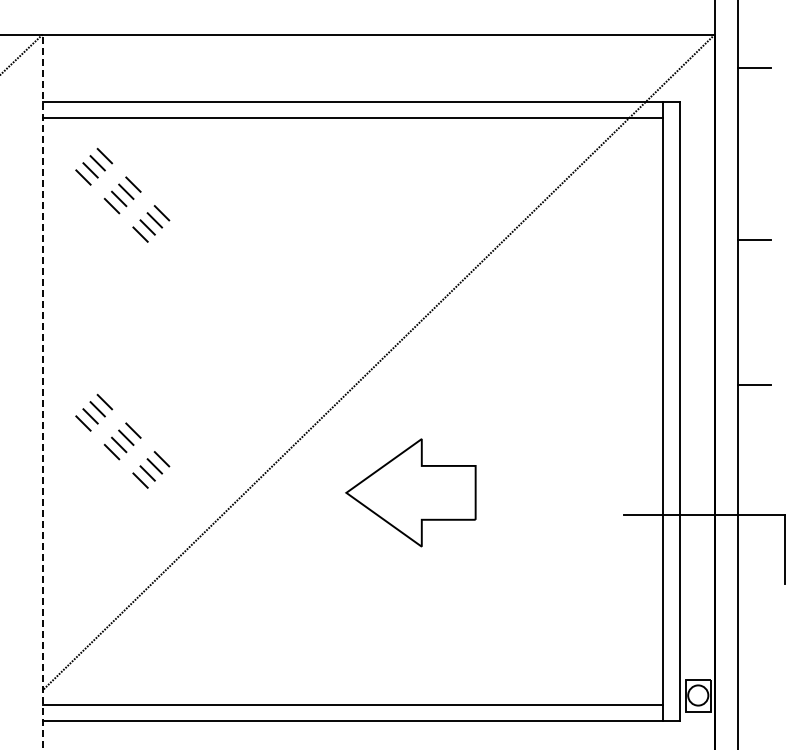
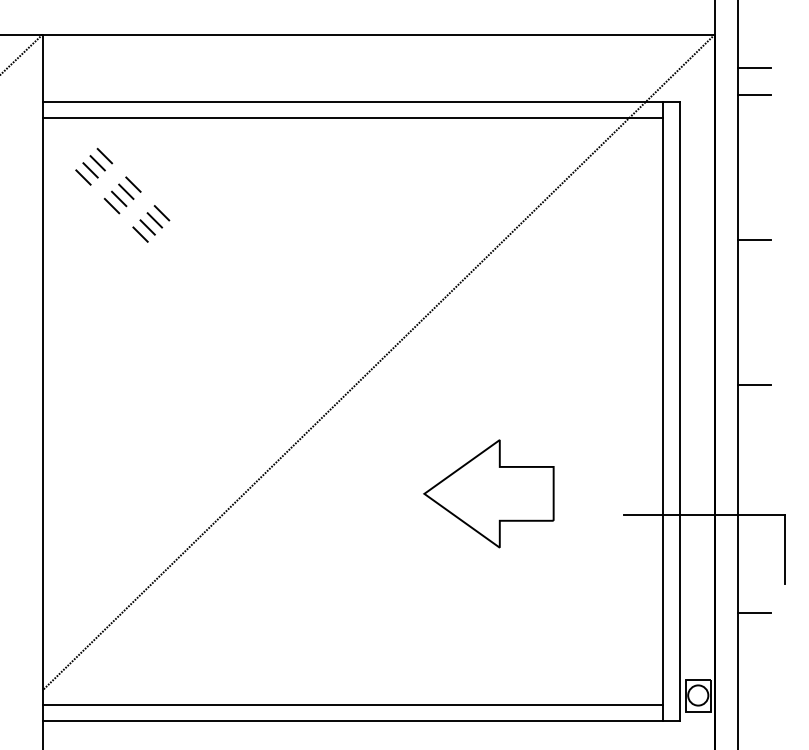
line at (754, 95): none -> present
line at (42, 391): dashed -> solid
part at (122, 440): present -> none
part at (410, 492) position: (410, 492) -> (488, 493)
line at (754, 613): none -> present
